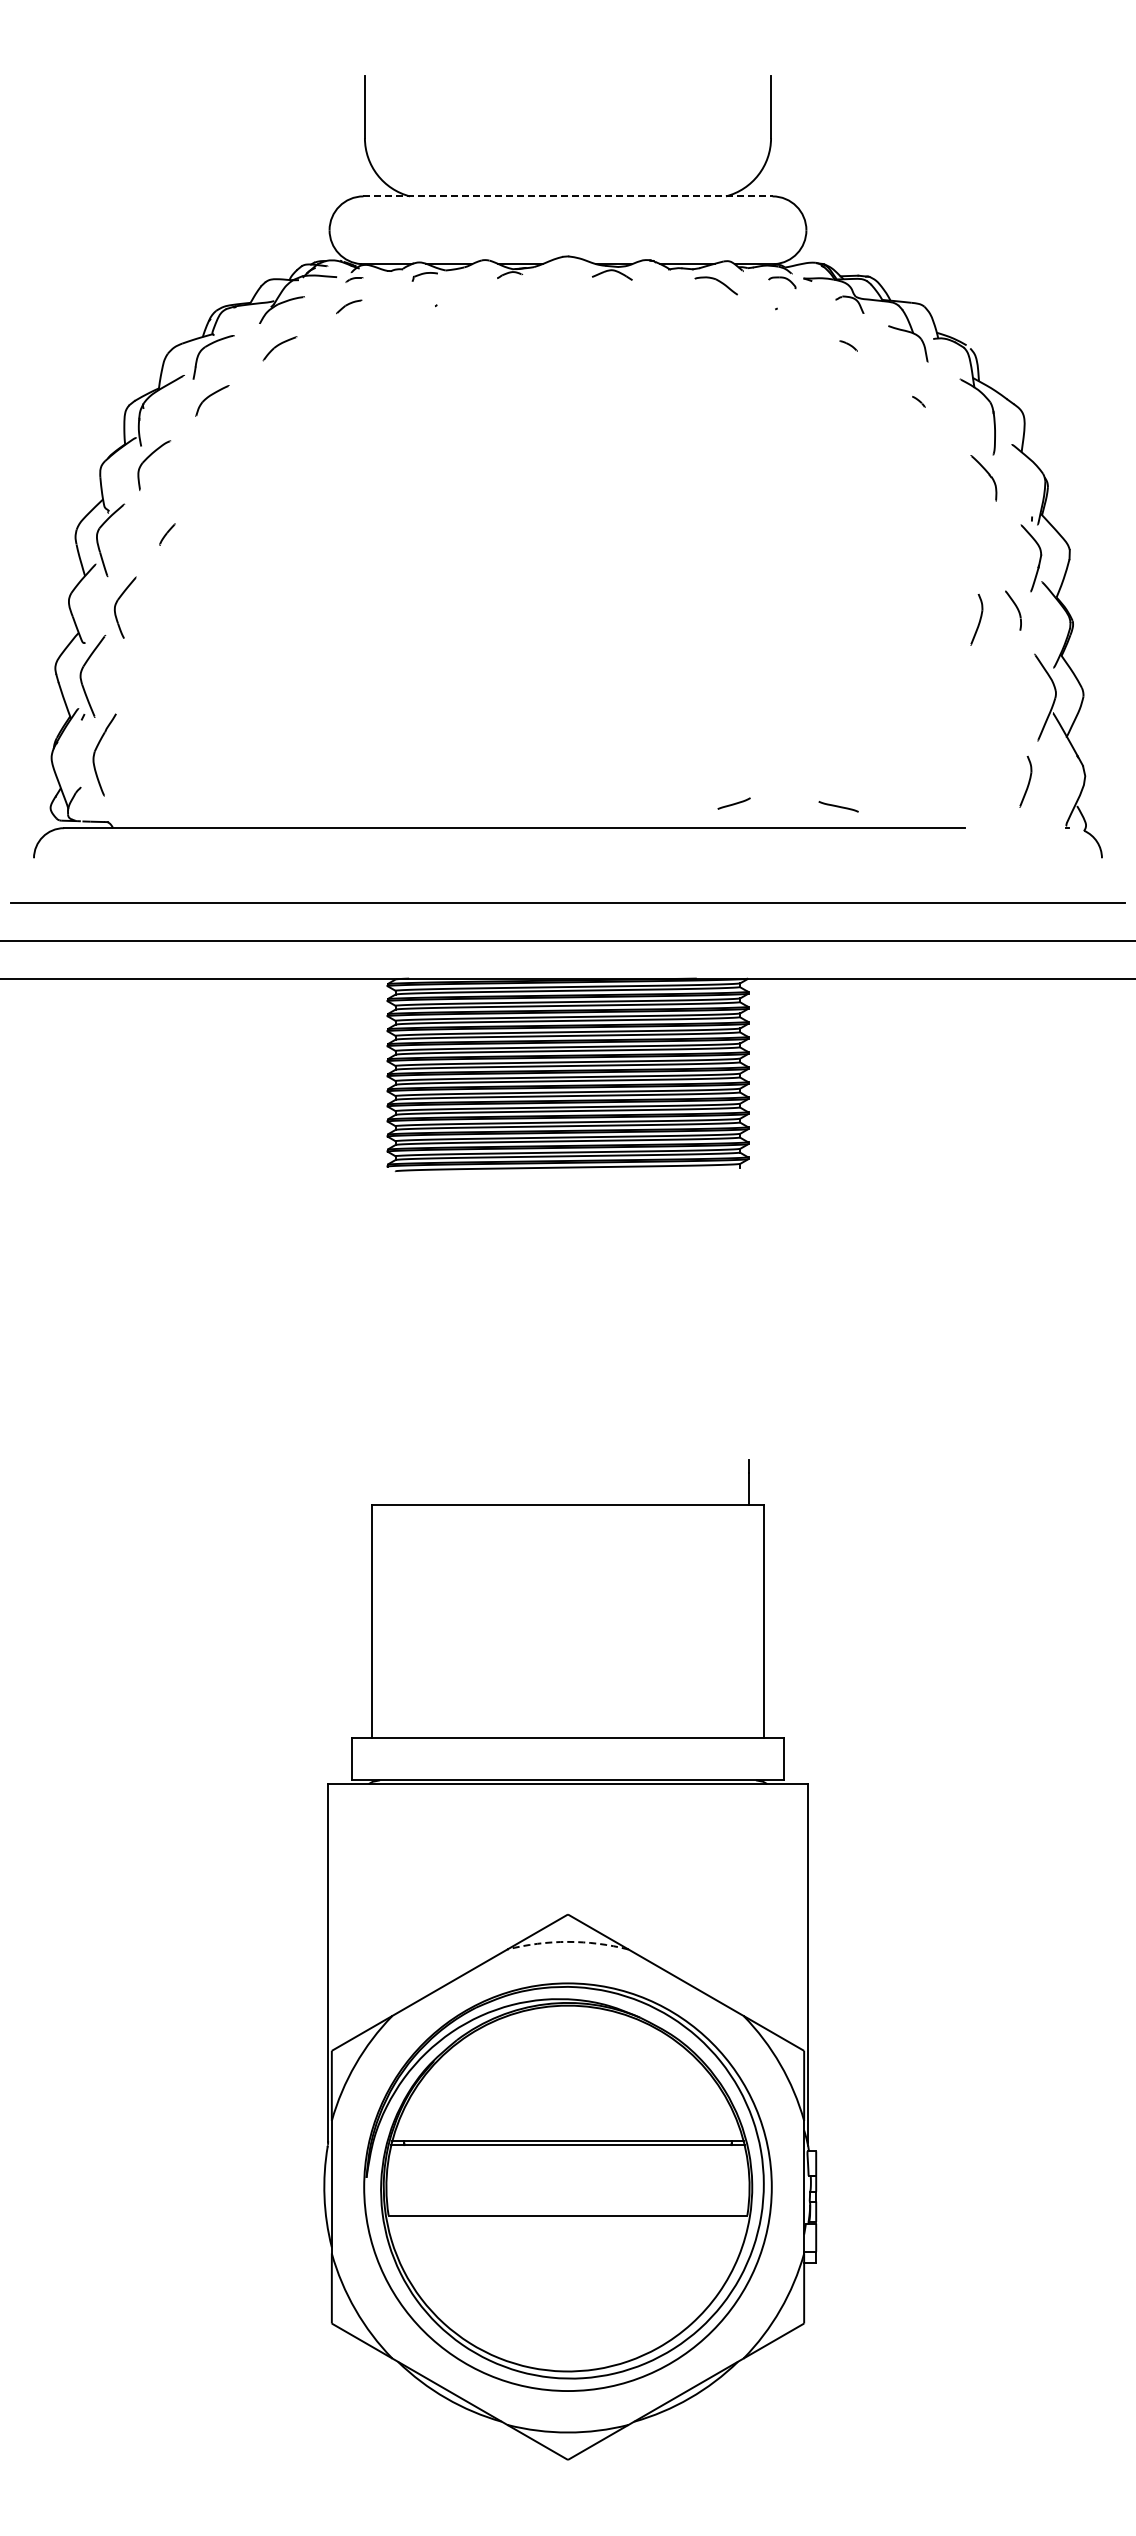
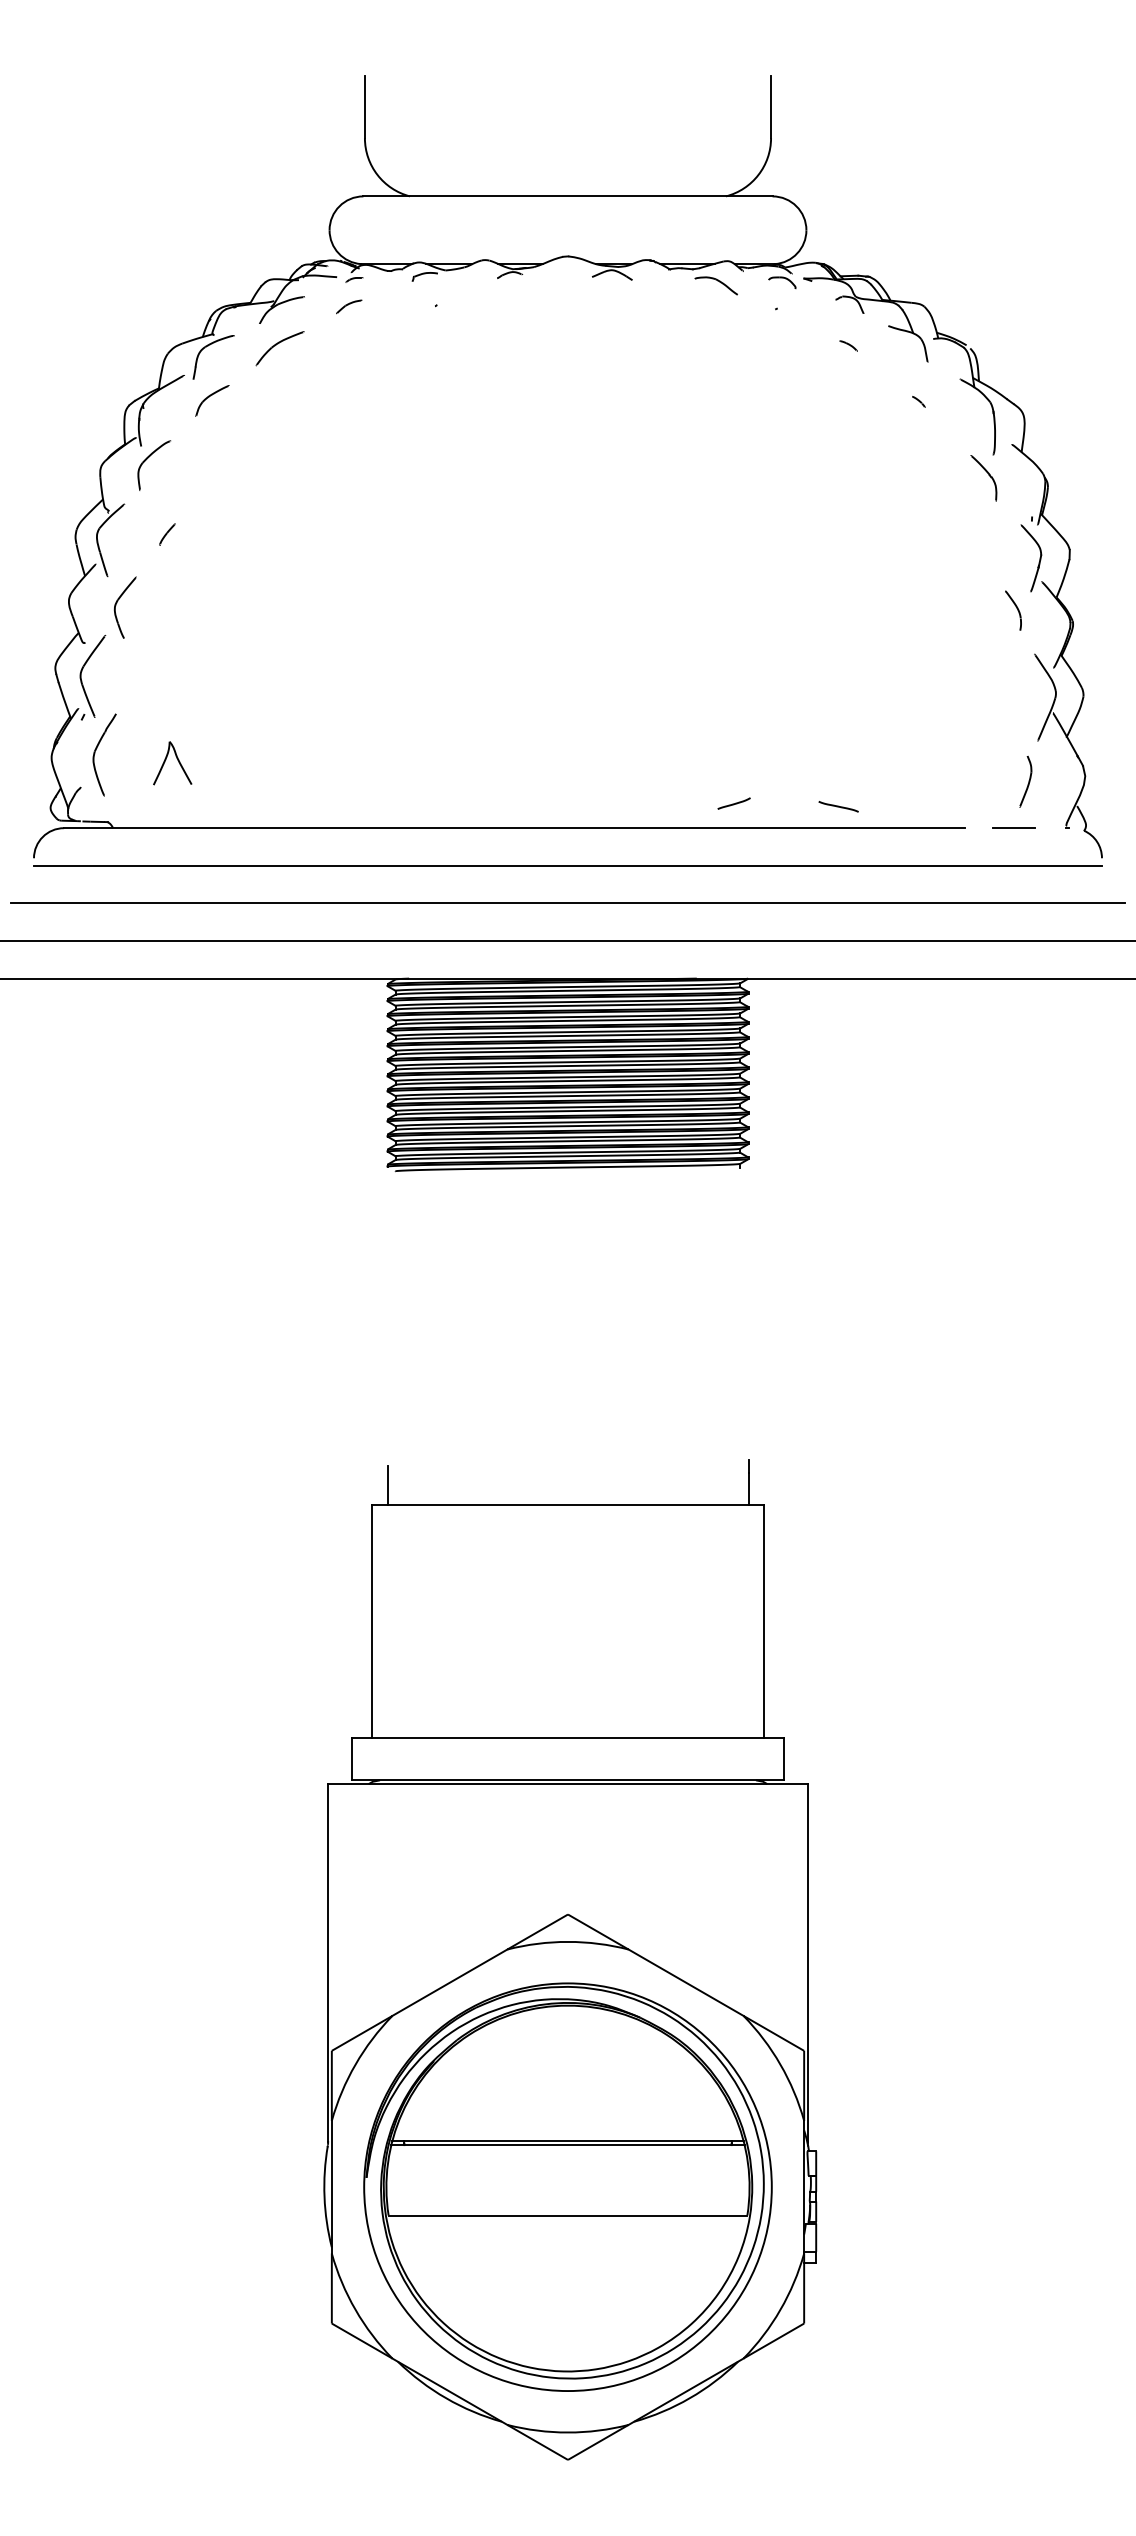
line at (568, 196): dashed -> solid
part at (279, 348) size: 36x26 px -> 50x36 px
part at (976, 619): present -> none
part at (172, 763): none -> present
line at (1013, 828): none -> present
line at (567, 865): none -> present
line at (387, 1485): none -> present
arc at (568, 1941): dashed -> solid
